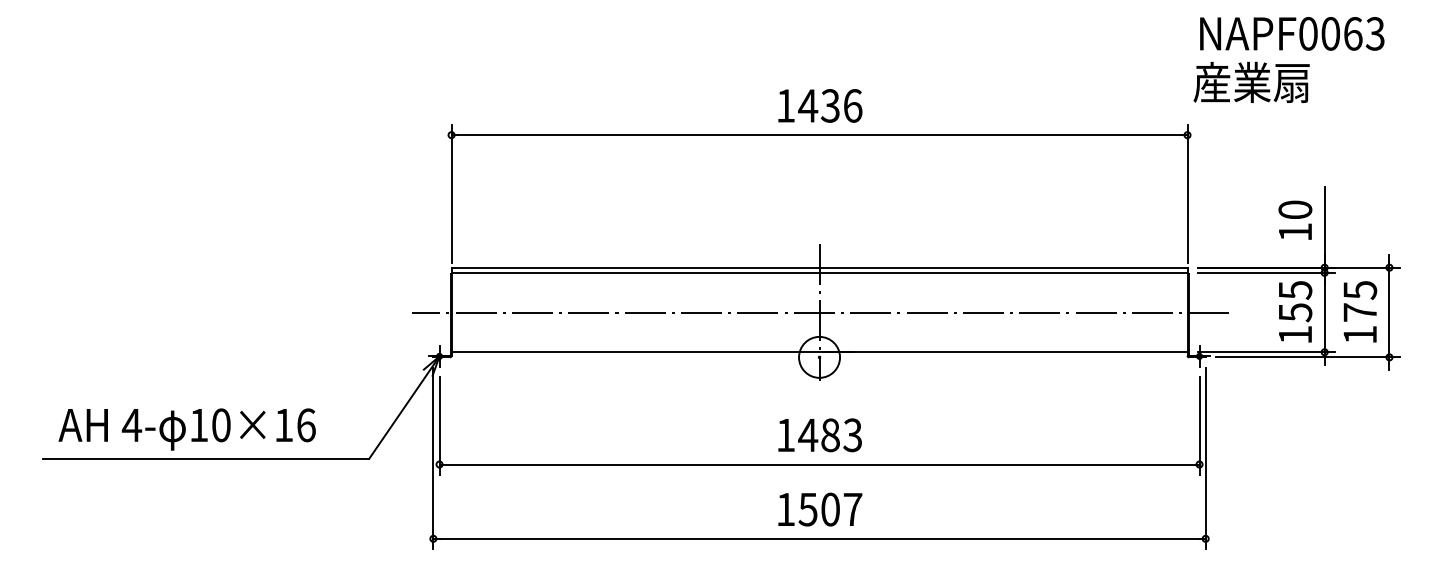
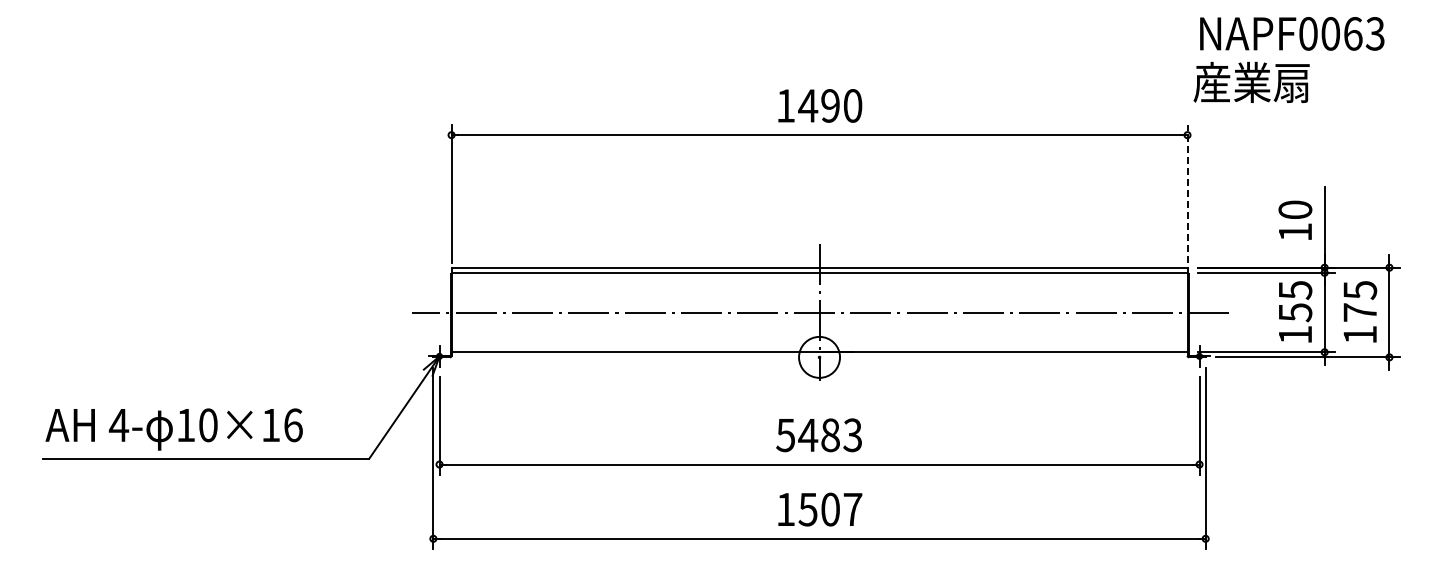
text at (841, 105): 1436 -> 1490
line at (1187, 193): solid -> dashed
text at (186, 429) position: (186, 429) -> (173, 429)
text at (785, 435): 1483 -> 5483
